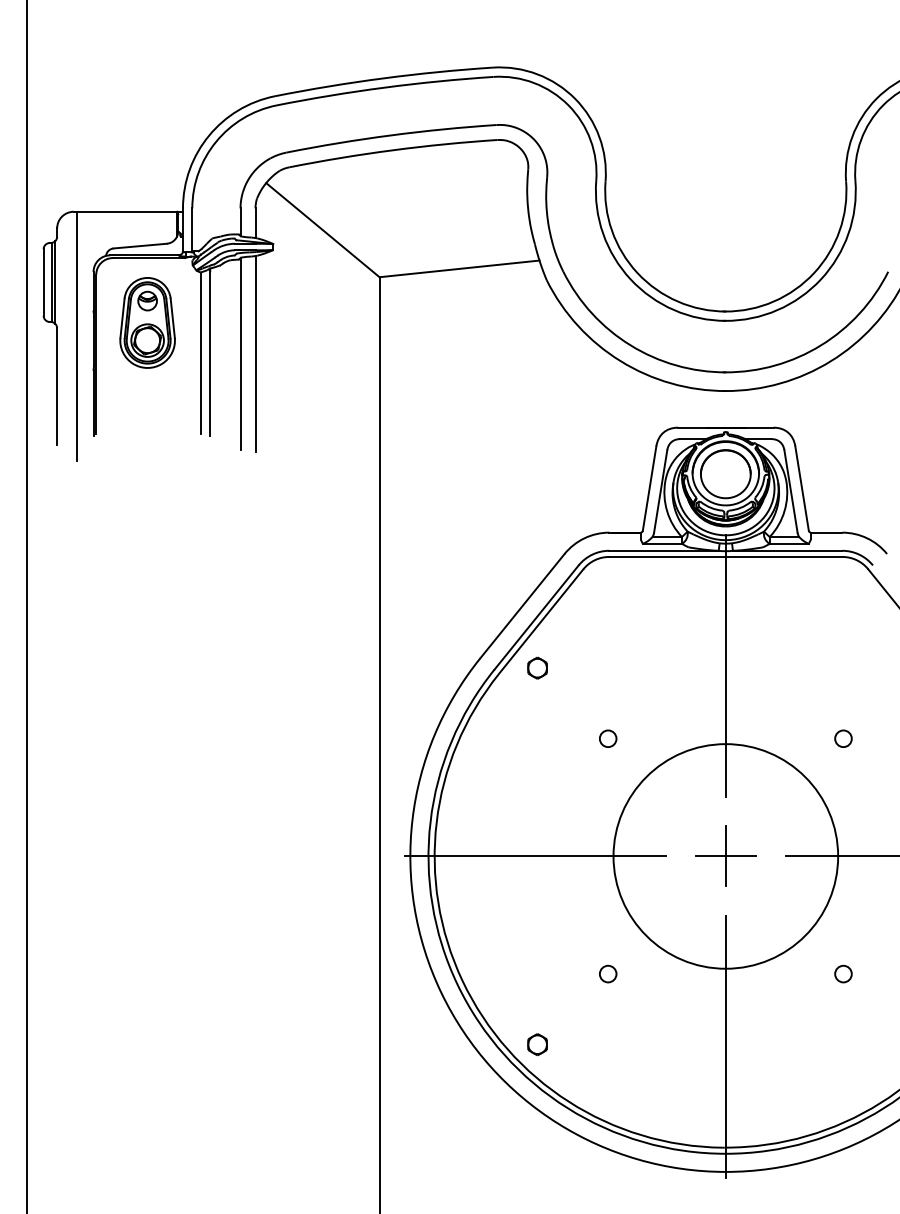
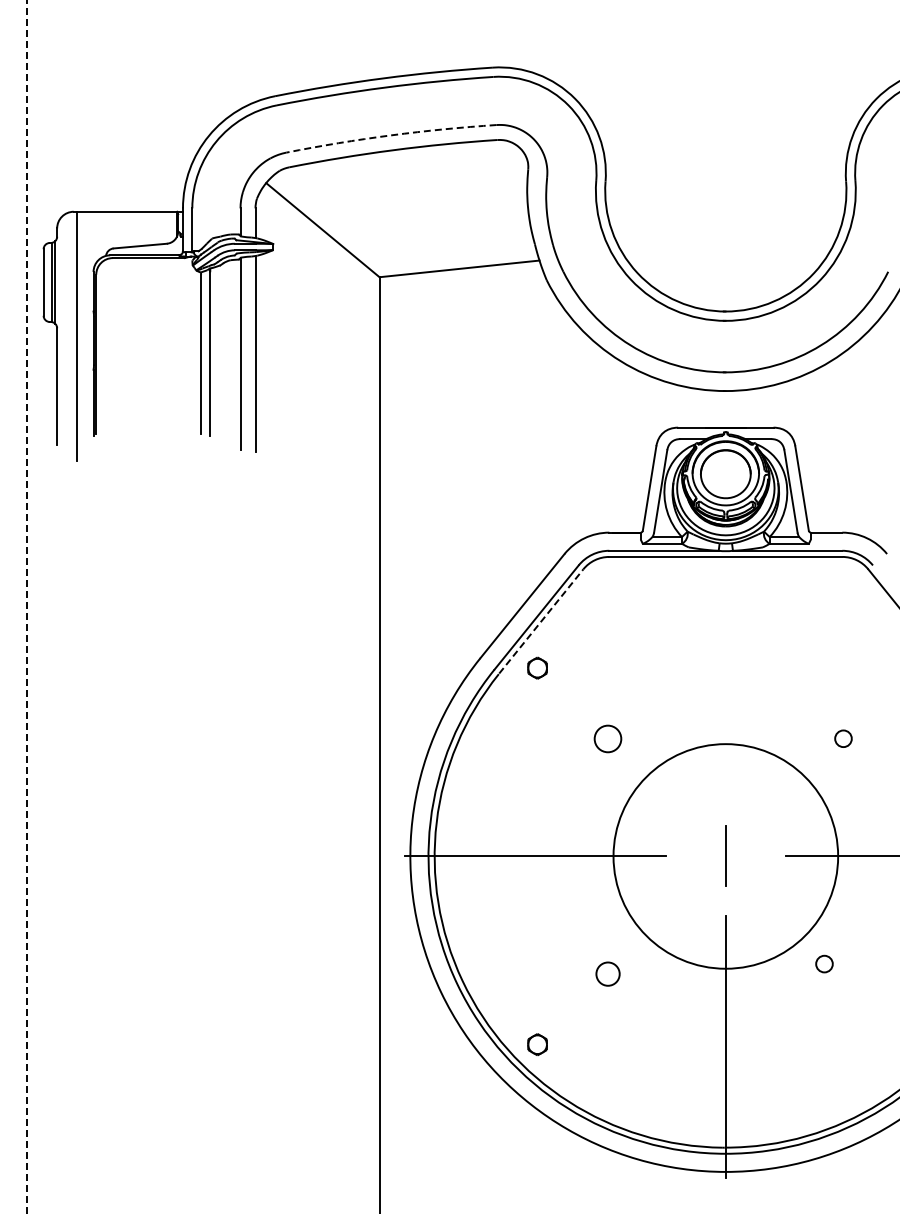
arc at (391, 135): solid -> dashed
part at (147, 322): present -> none
line at (27, 606): solid -> dashed
line at (541, 621): solid -> dashed
line at (725, 665): present -> none
circle at (608, 738) size: 19x19 px -> 30x30 px
line at (725, 856): present -> none
circle at (608, 973) size: 19x20 px -> 26x26 px
circle at (843, 973) position: (843, 973) -> (824, 963)
